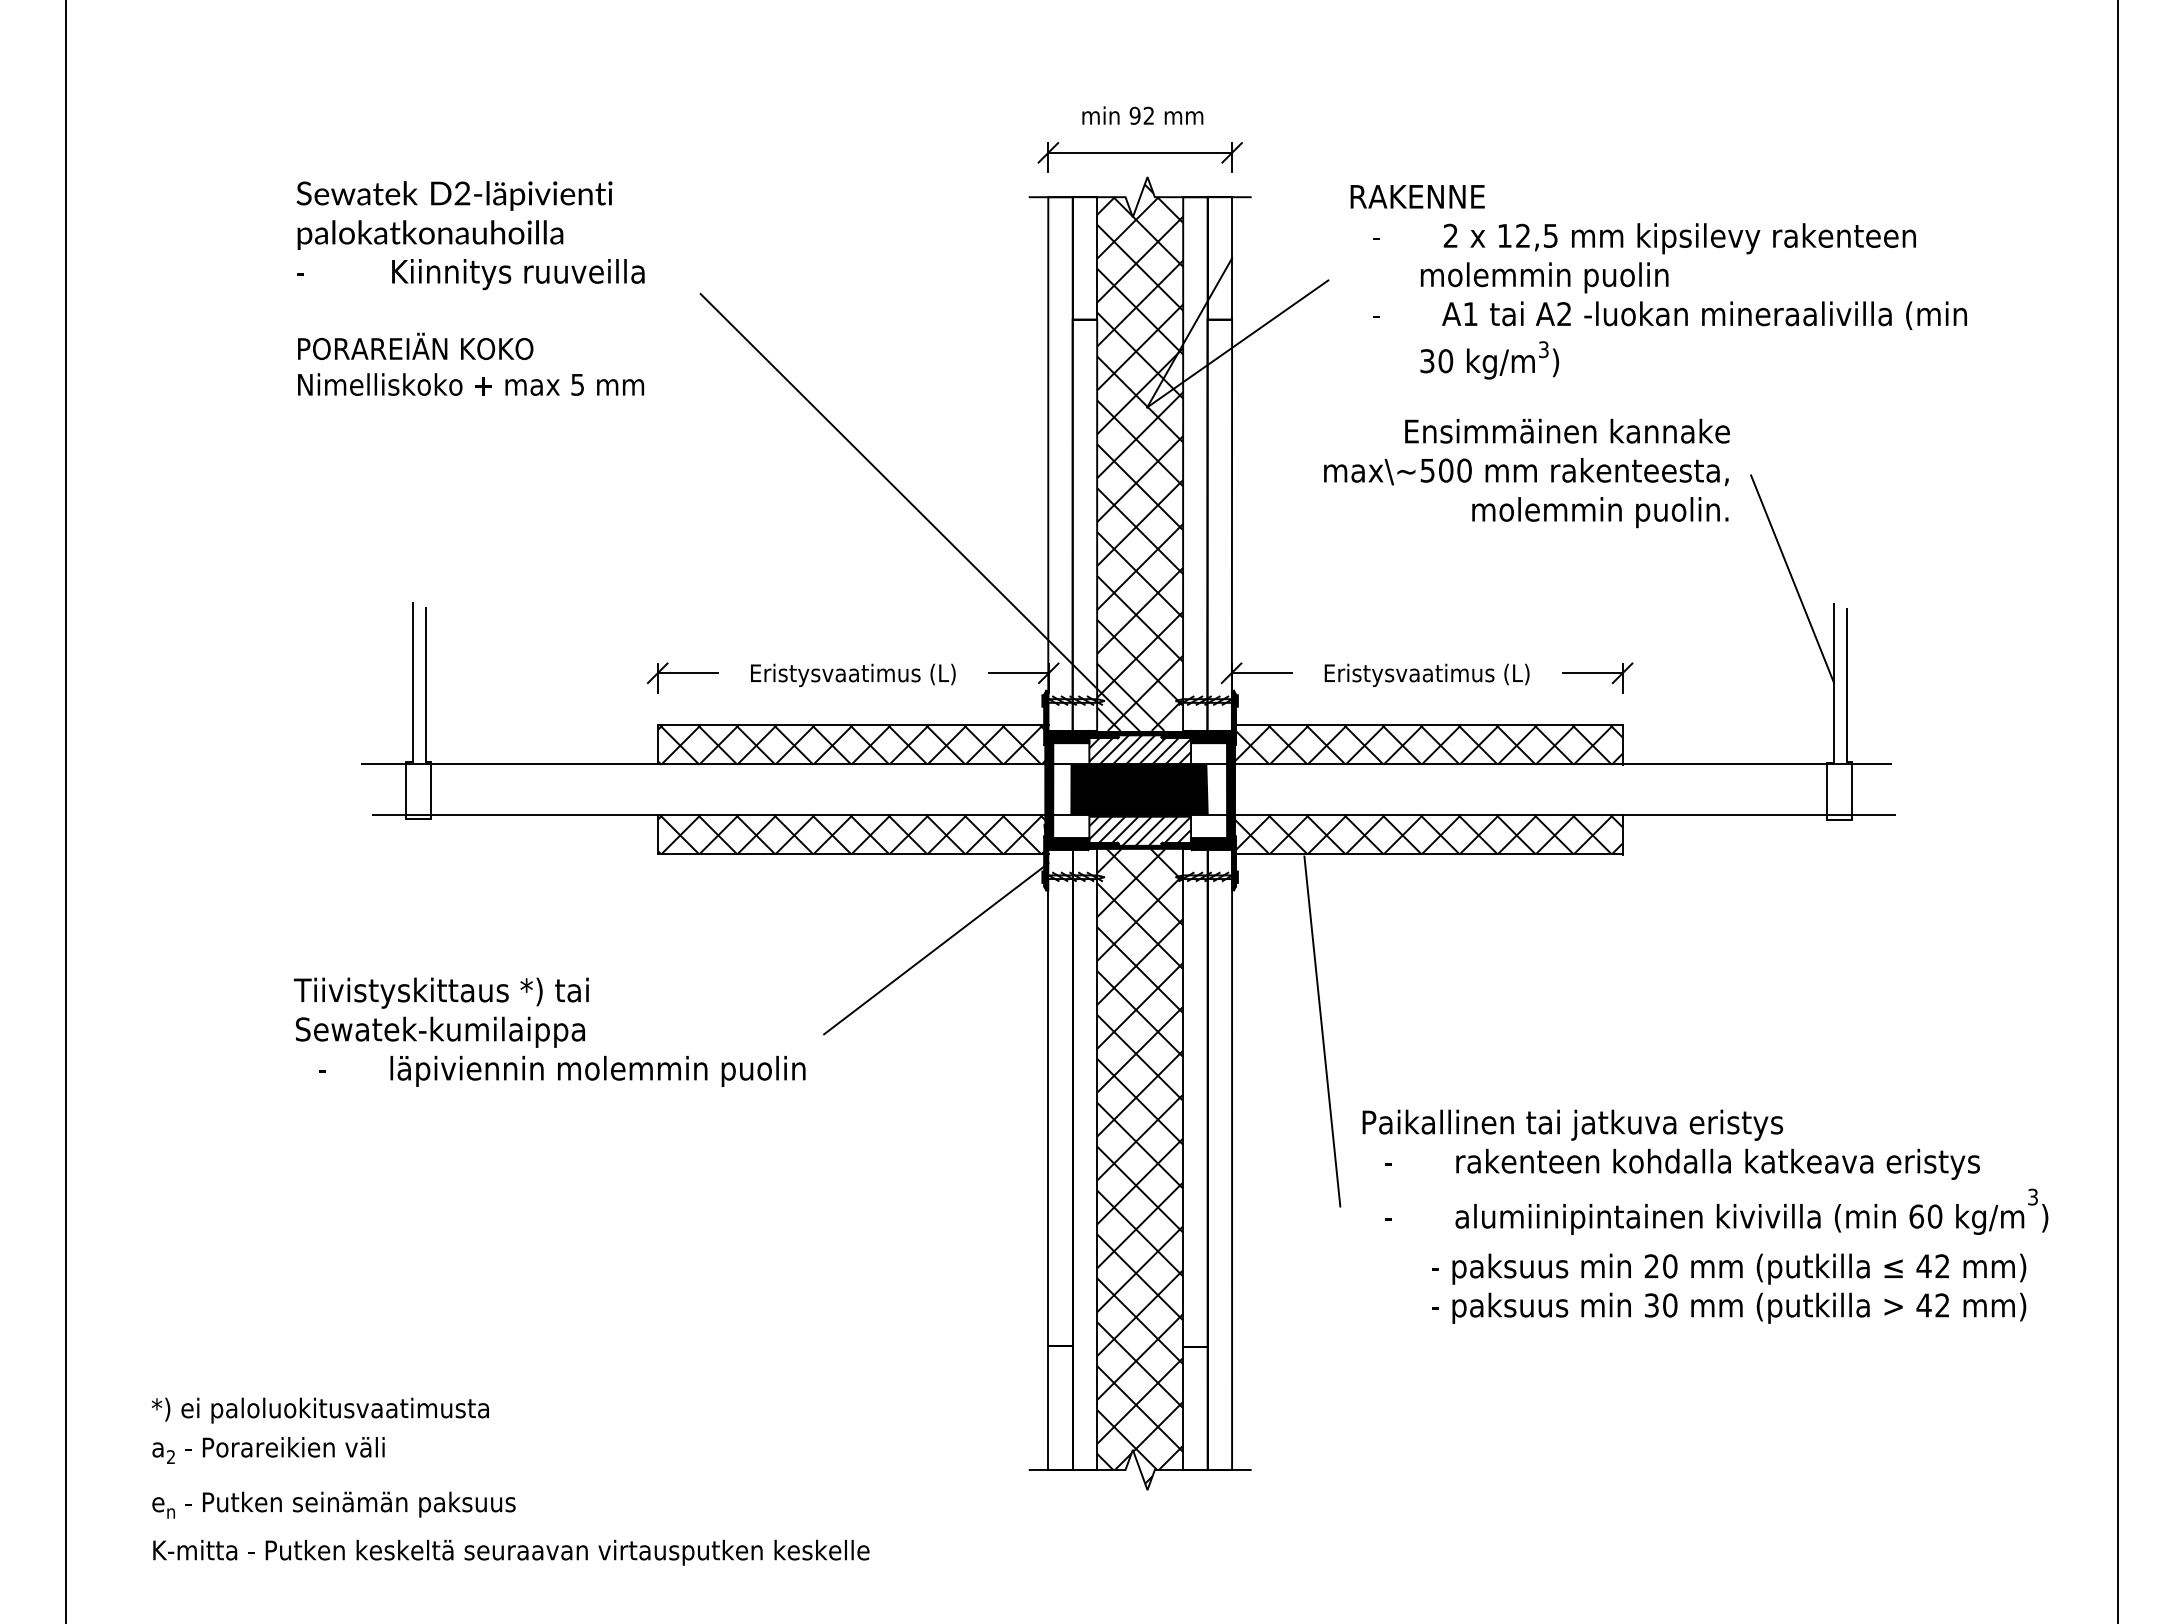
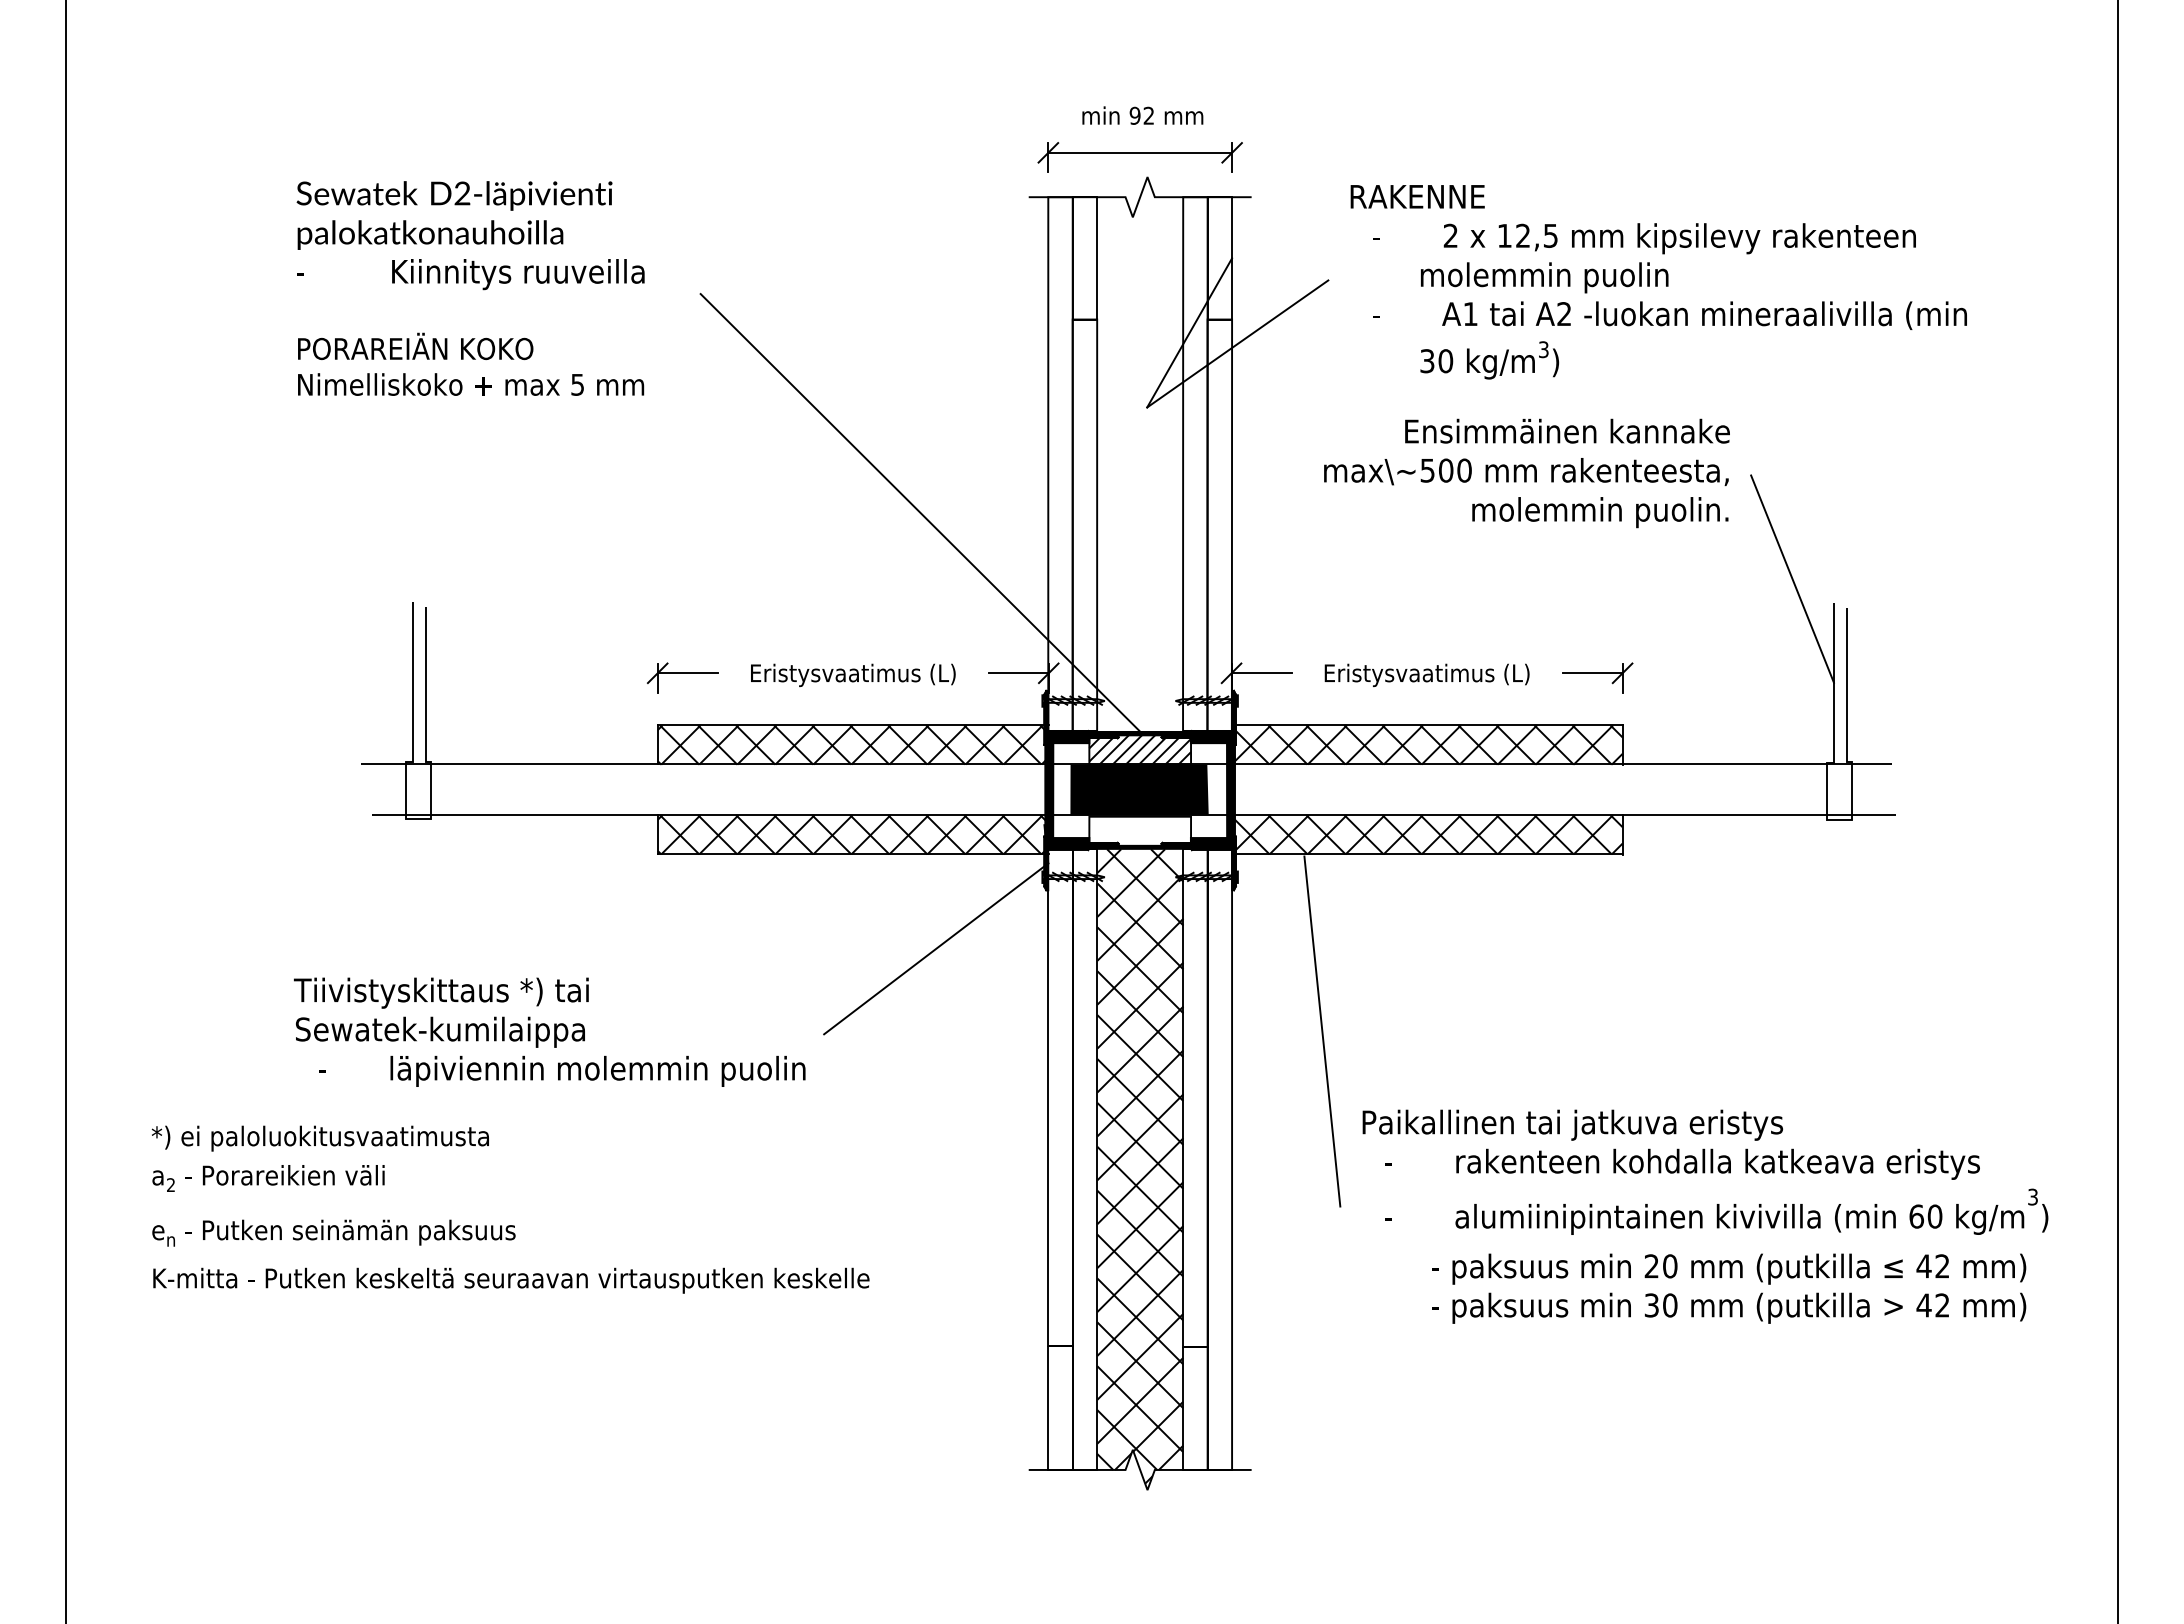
hatch at (1140, 457): present -> none
hatch at (1140, 830): present -> none
text at (510, 1481) position: (510, 1481) -> (510, 1209)
